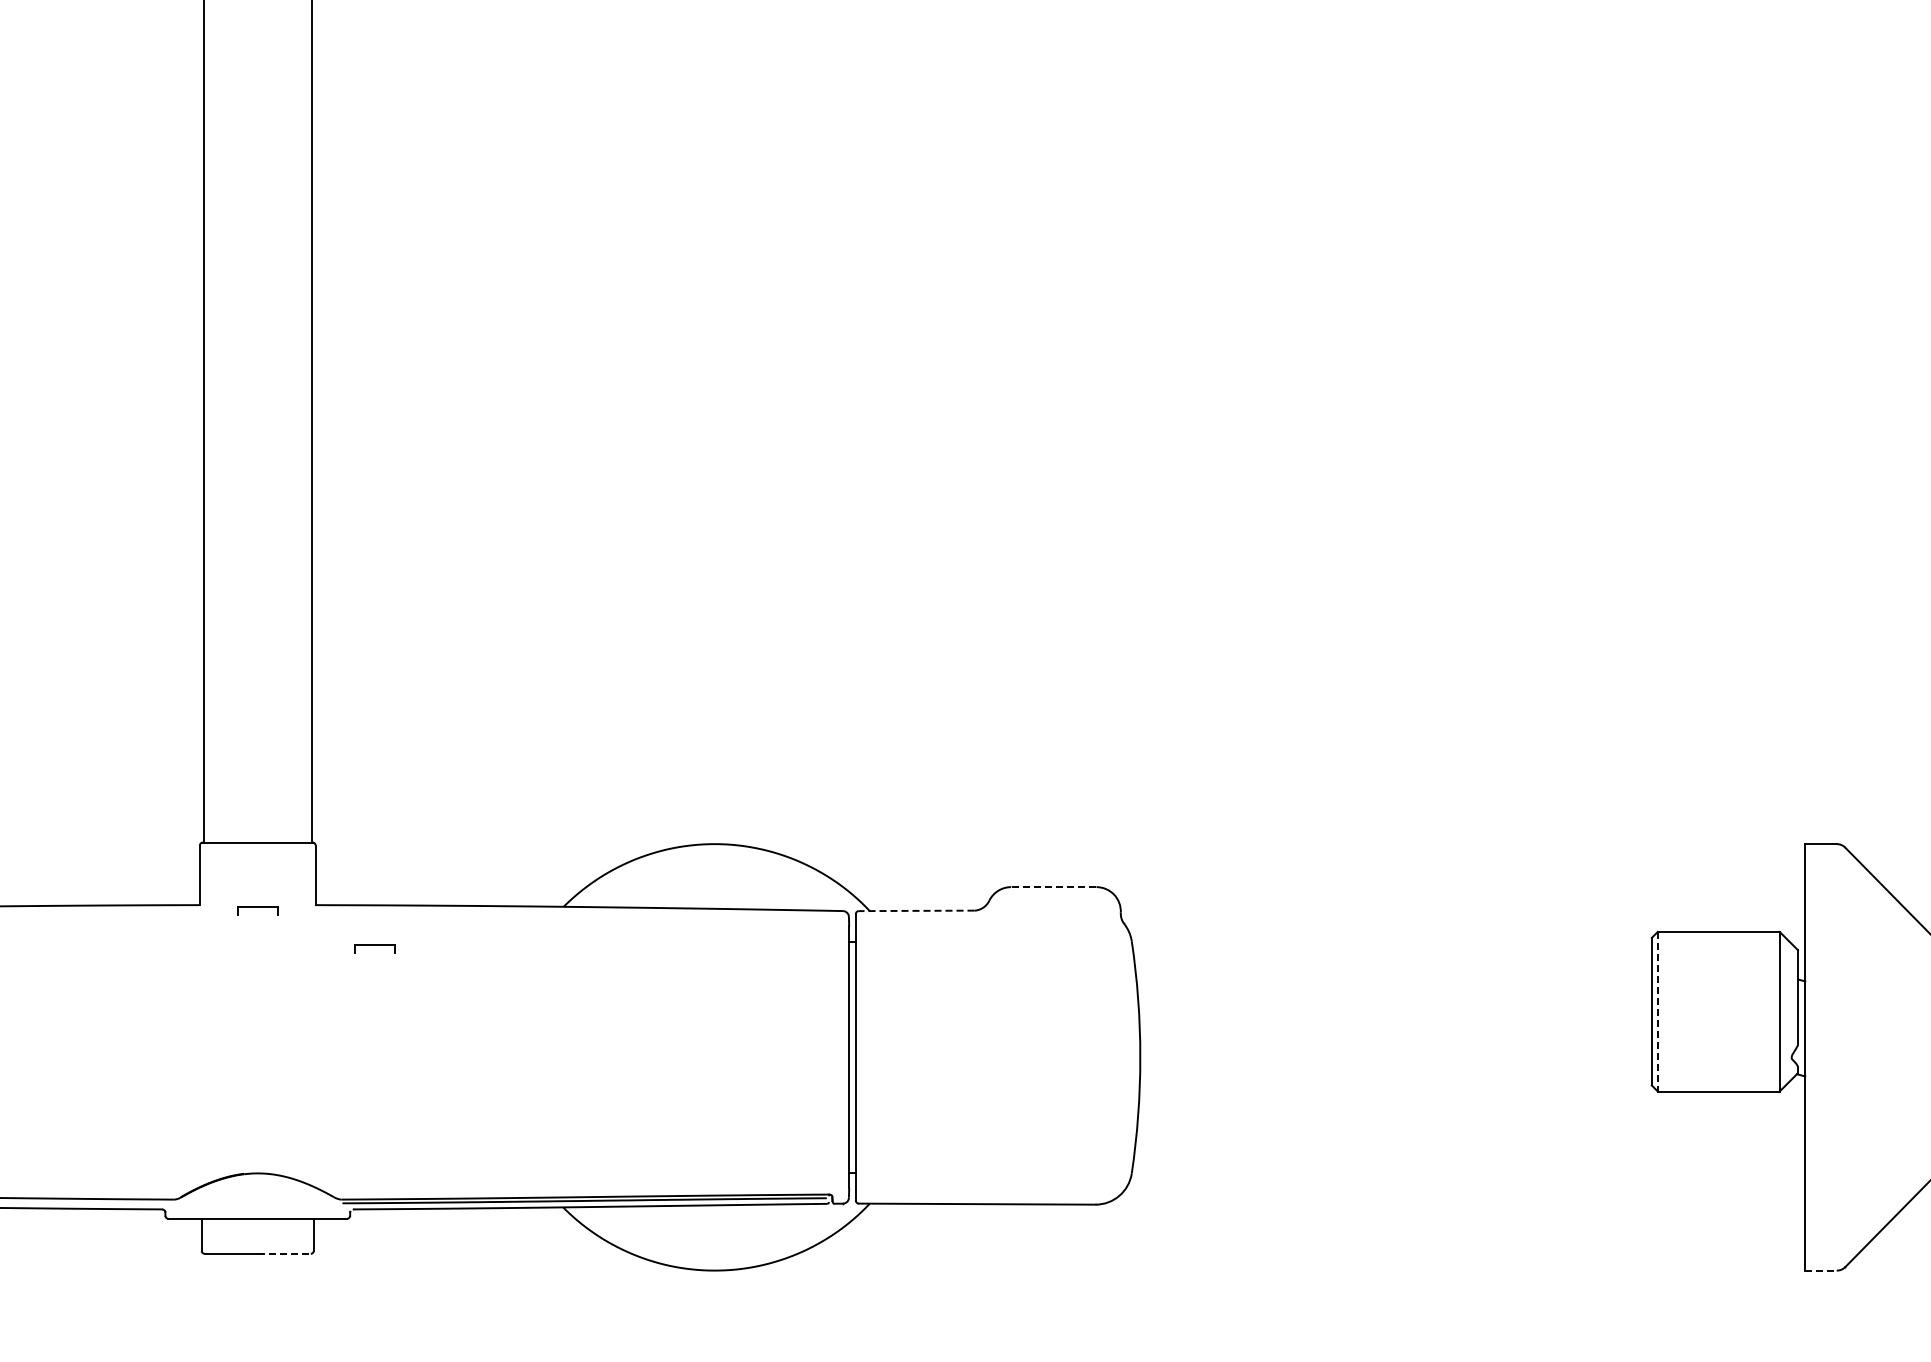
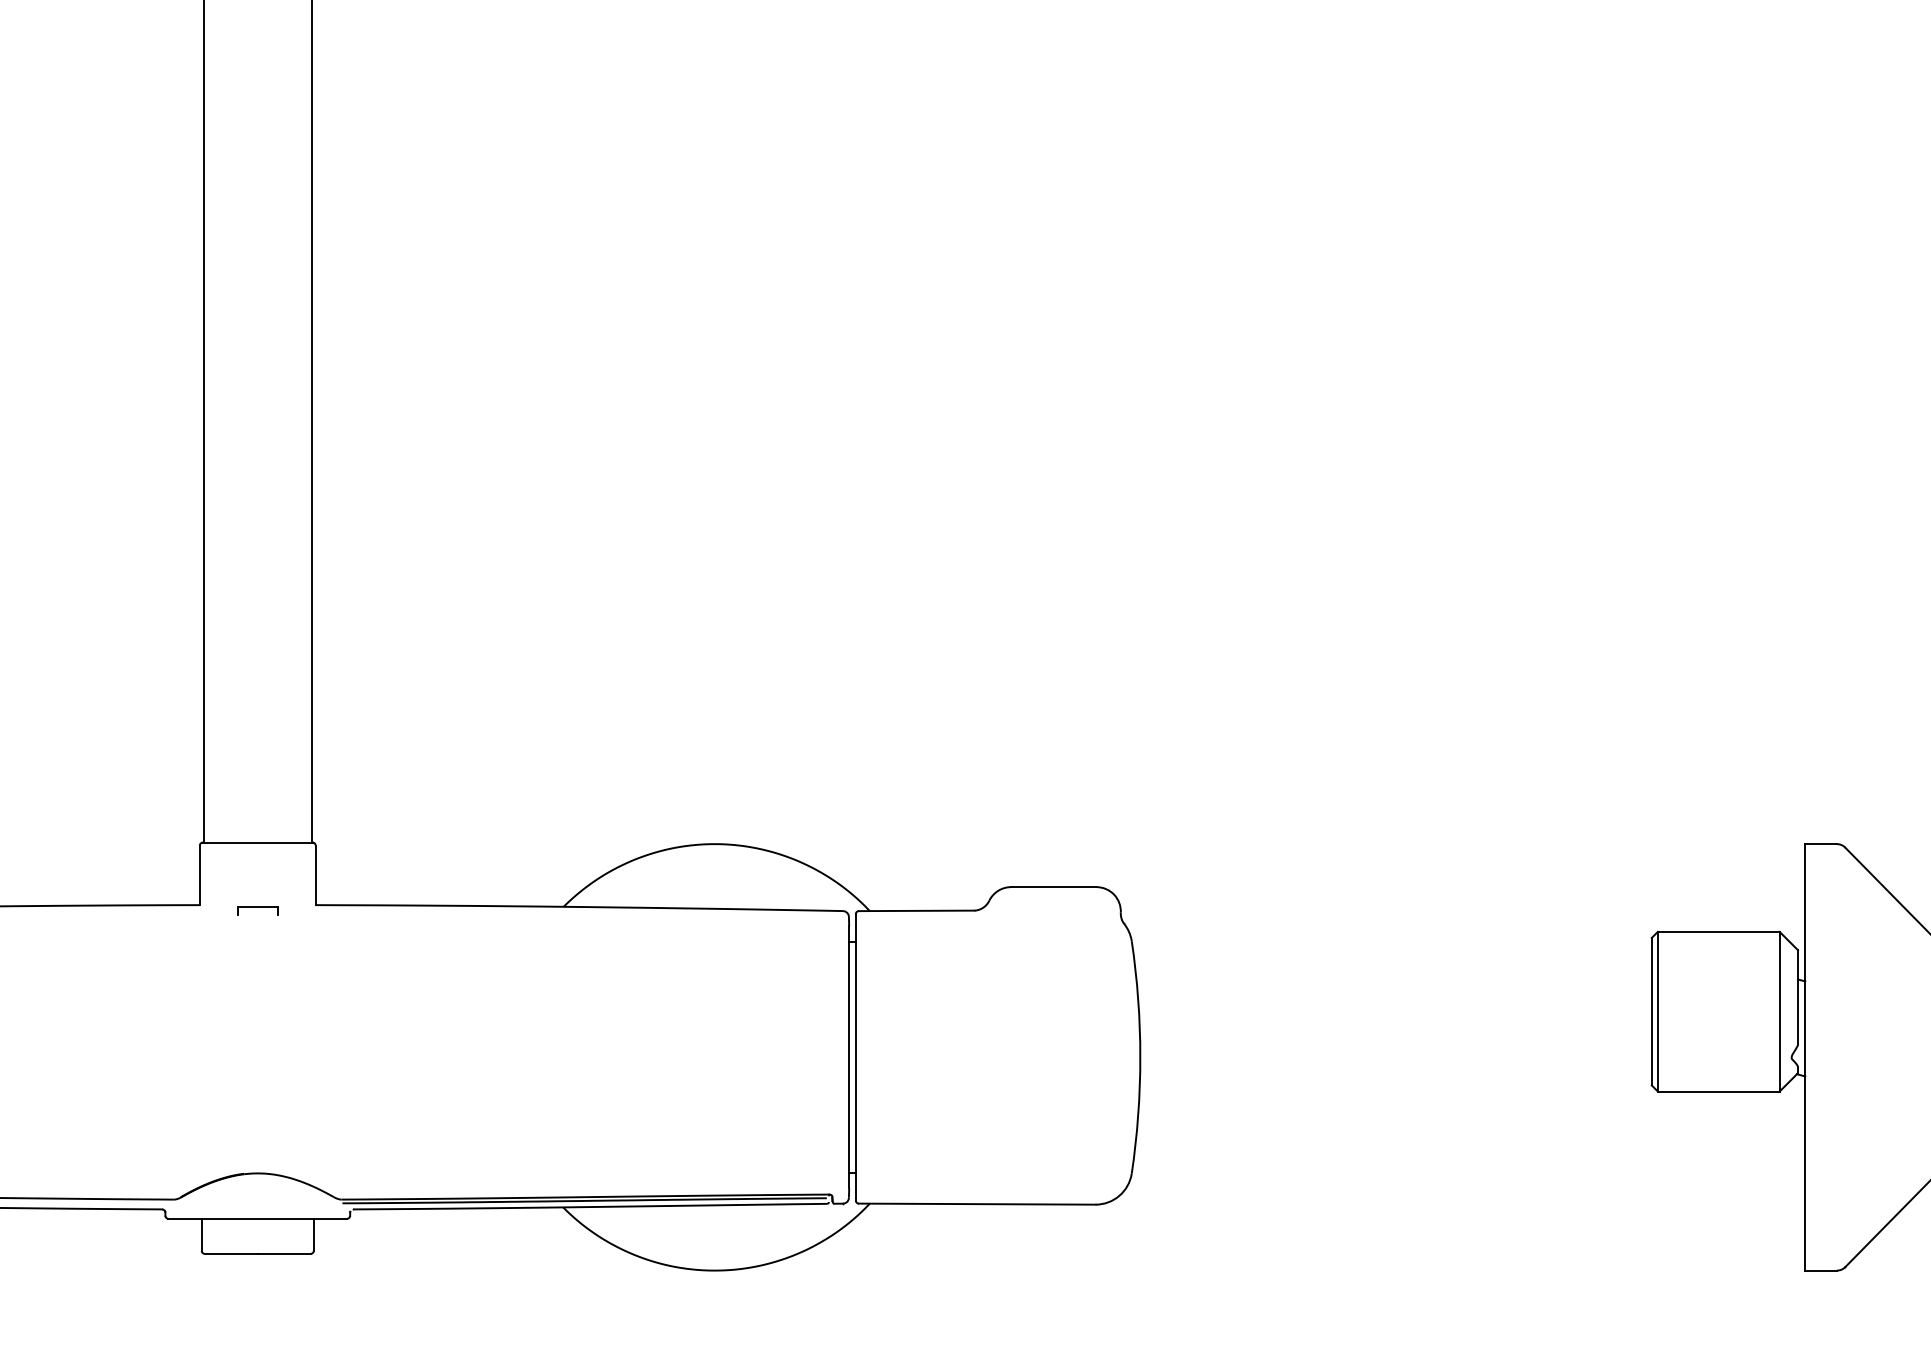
line at (1053, 887): dashed -> solid
line at (916, 910): dashed -> solid
part at (374, 948): present -> none
line at (1657, 1011): dashed -> solid
line at (284, 1253): dashed -> solid
line at (1821, 1270): dashed -> solid
